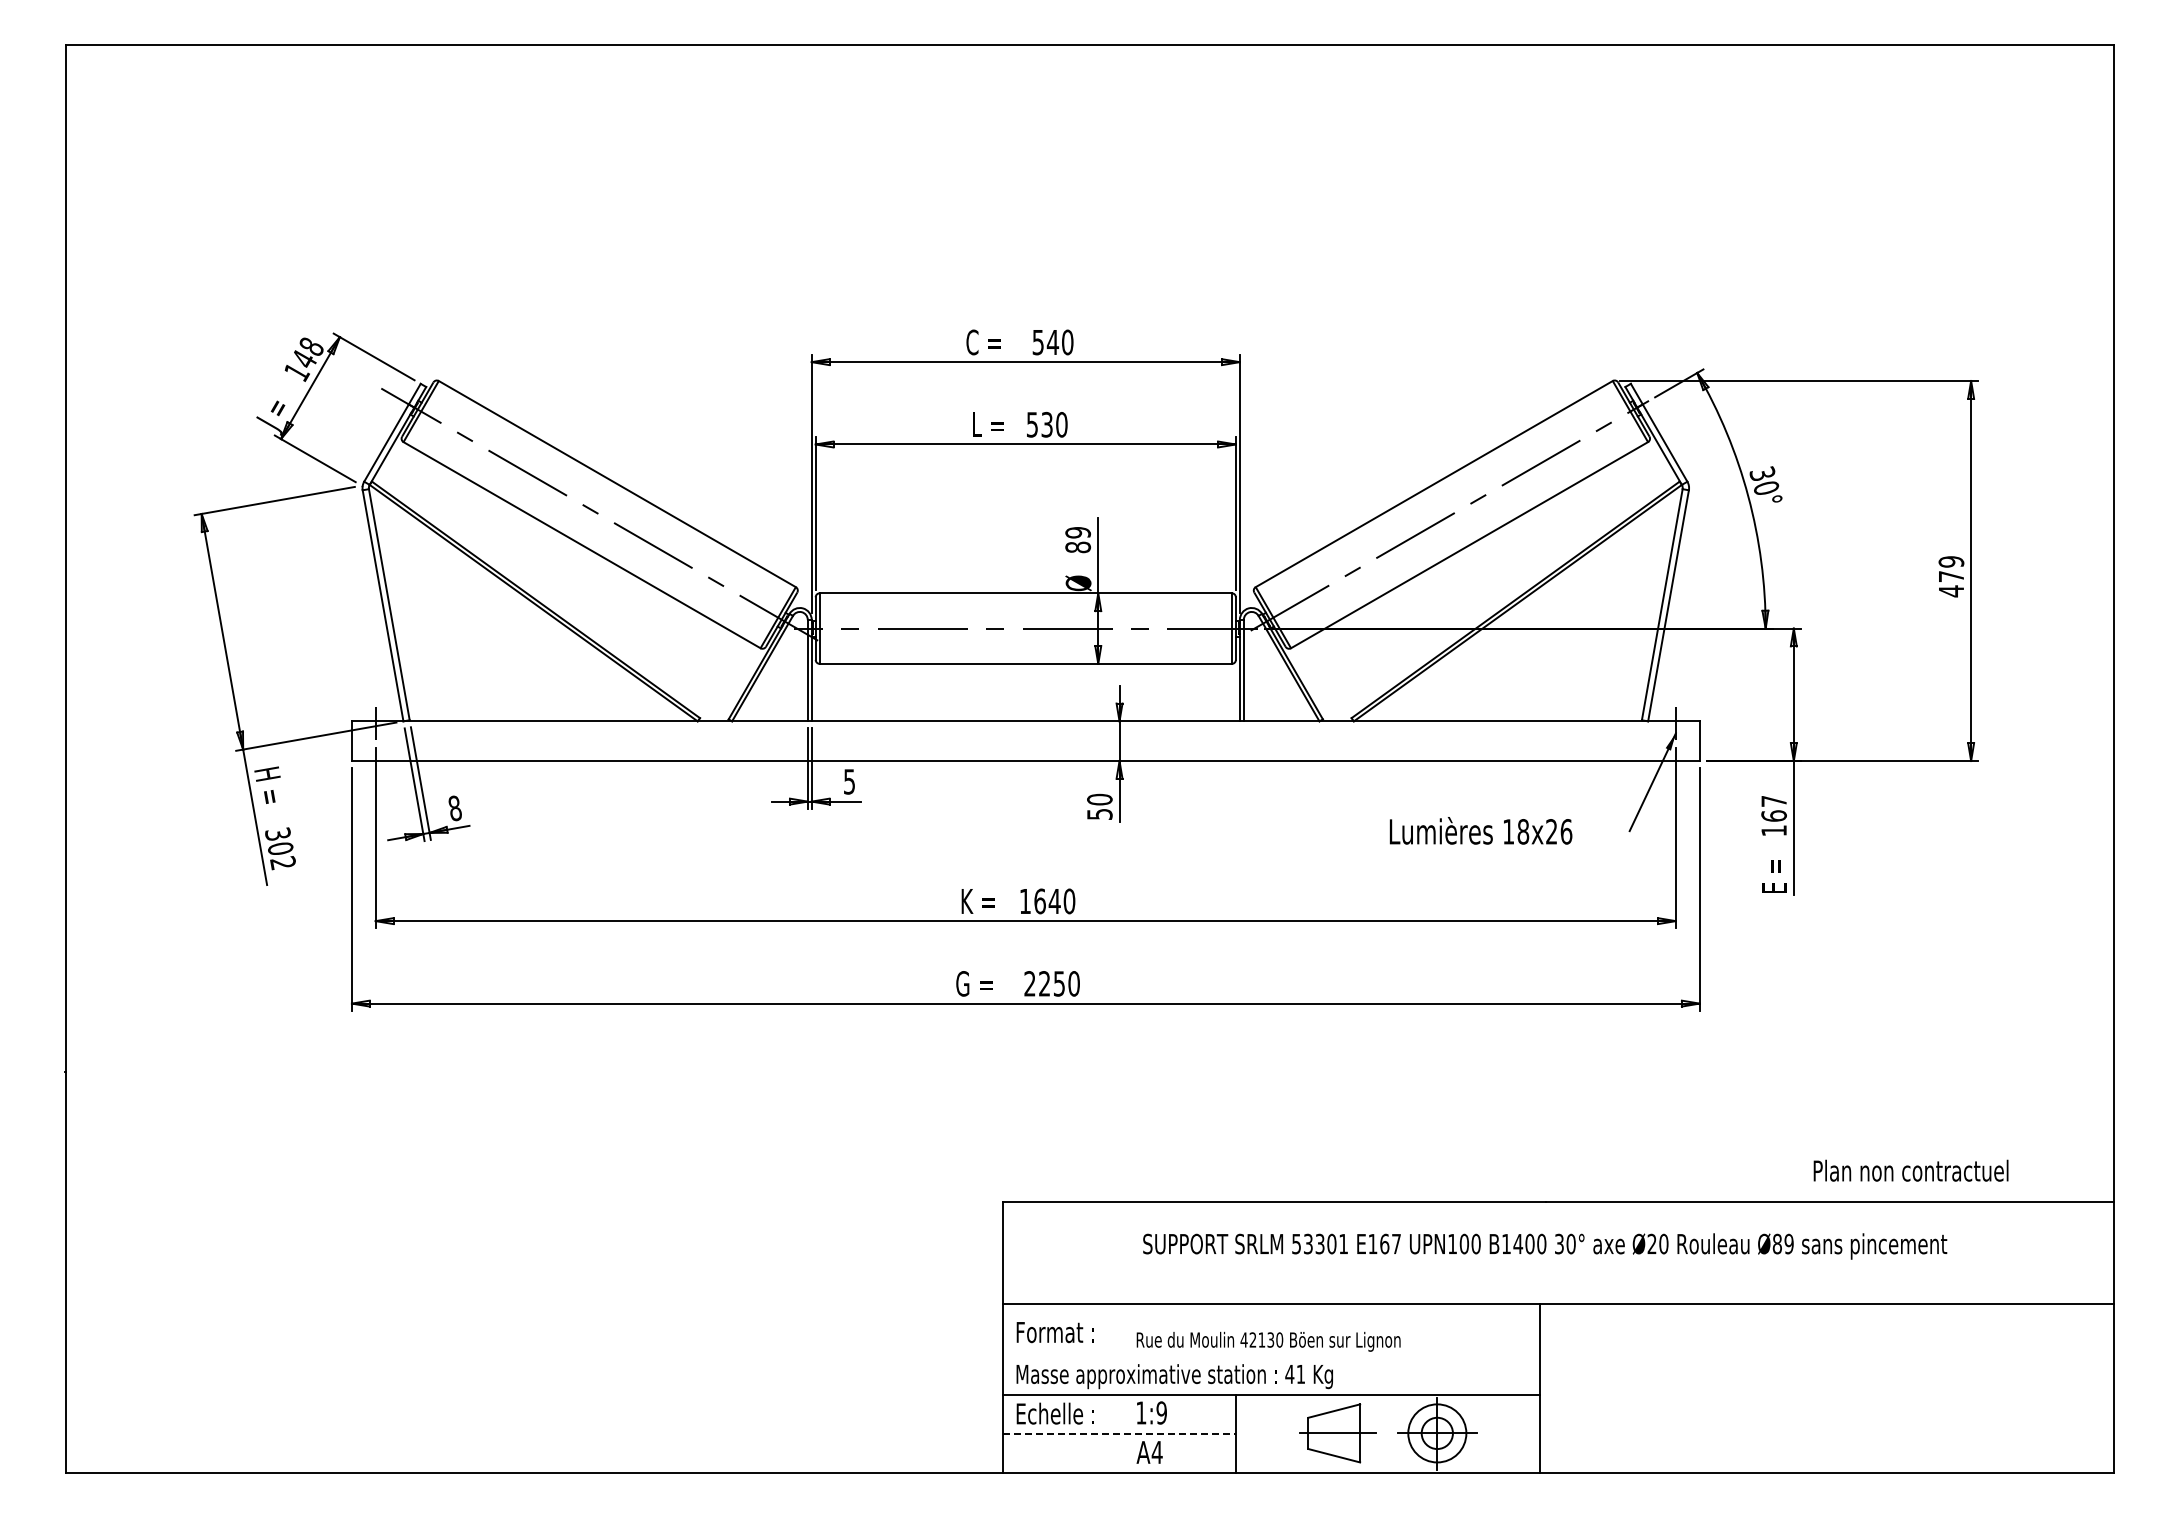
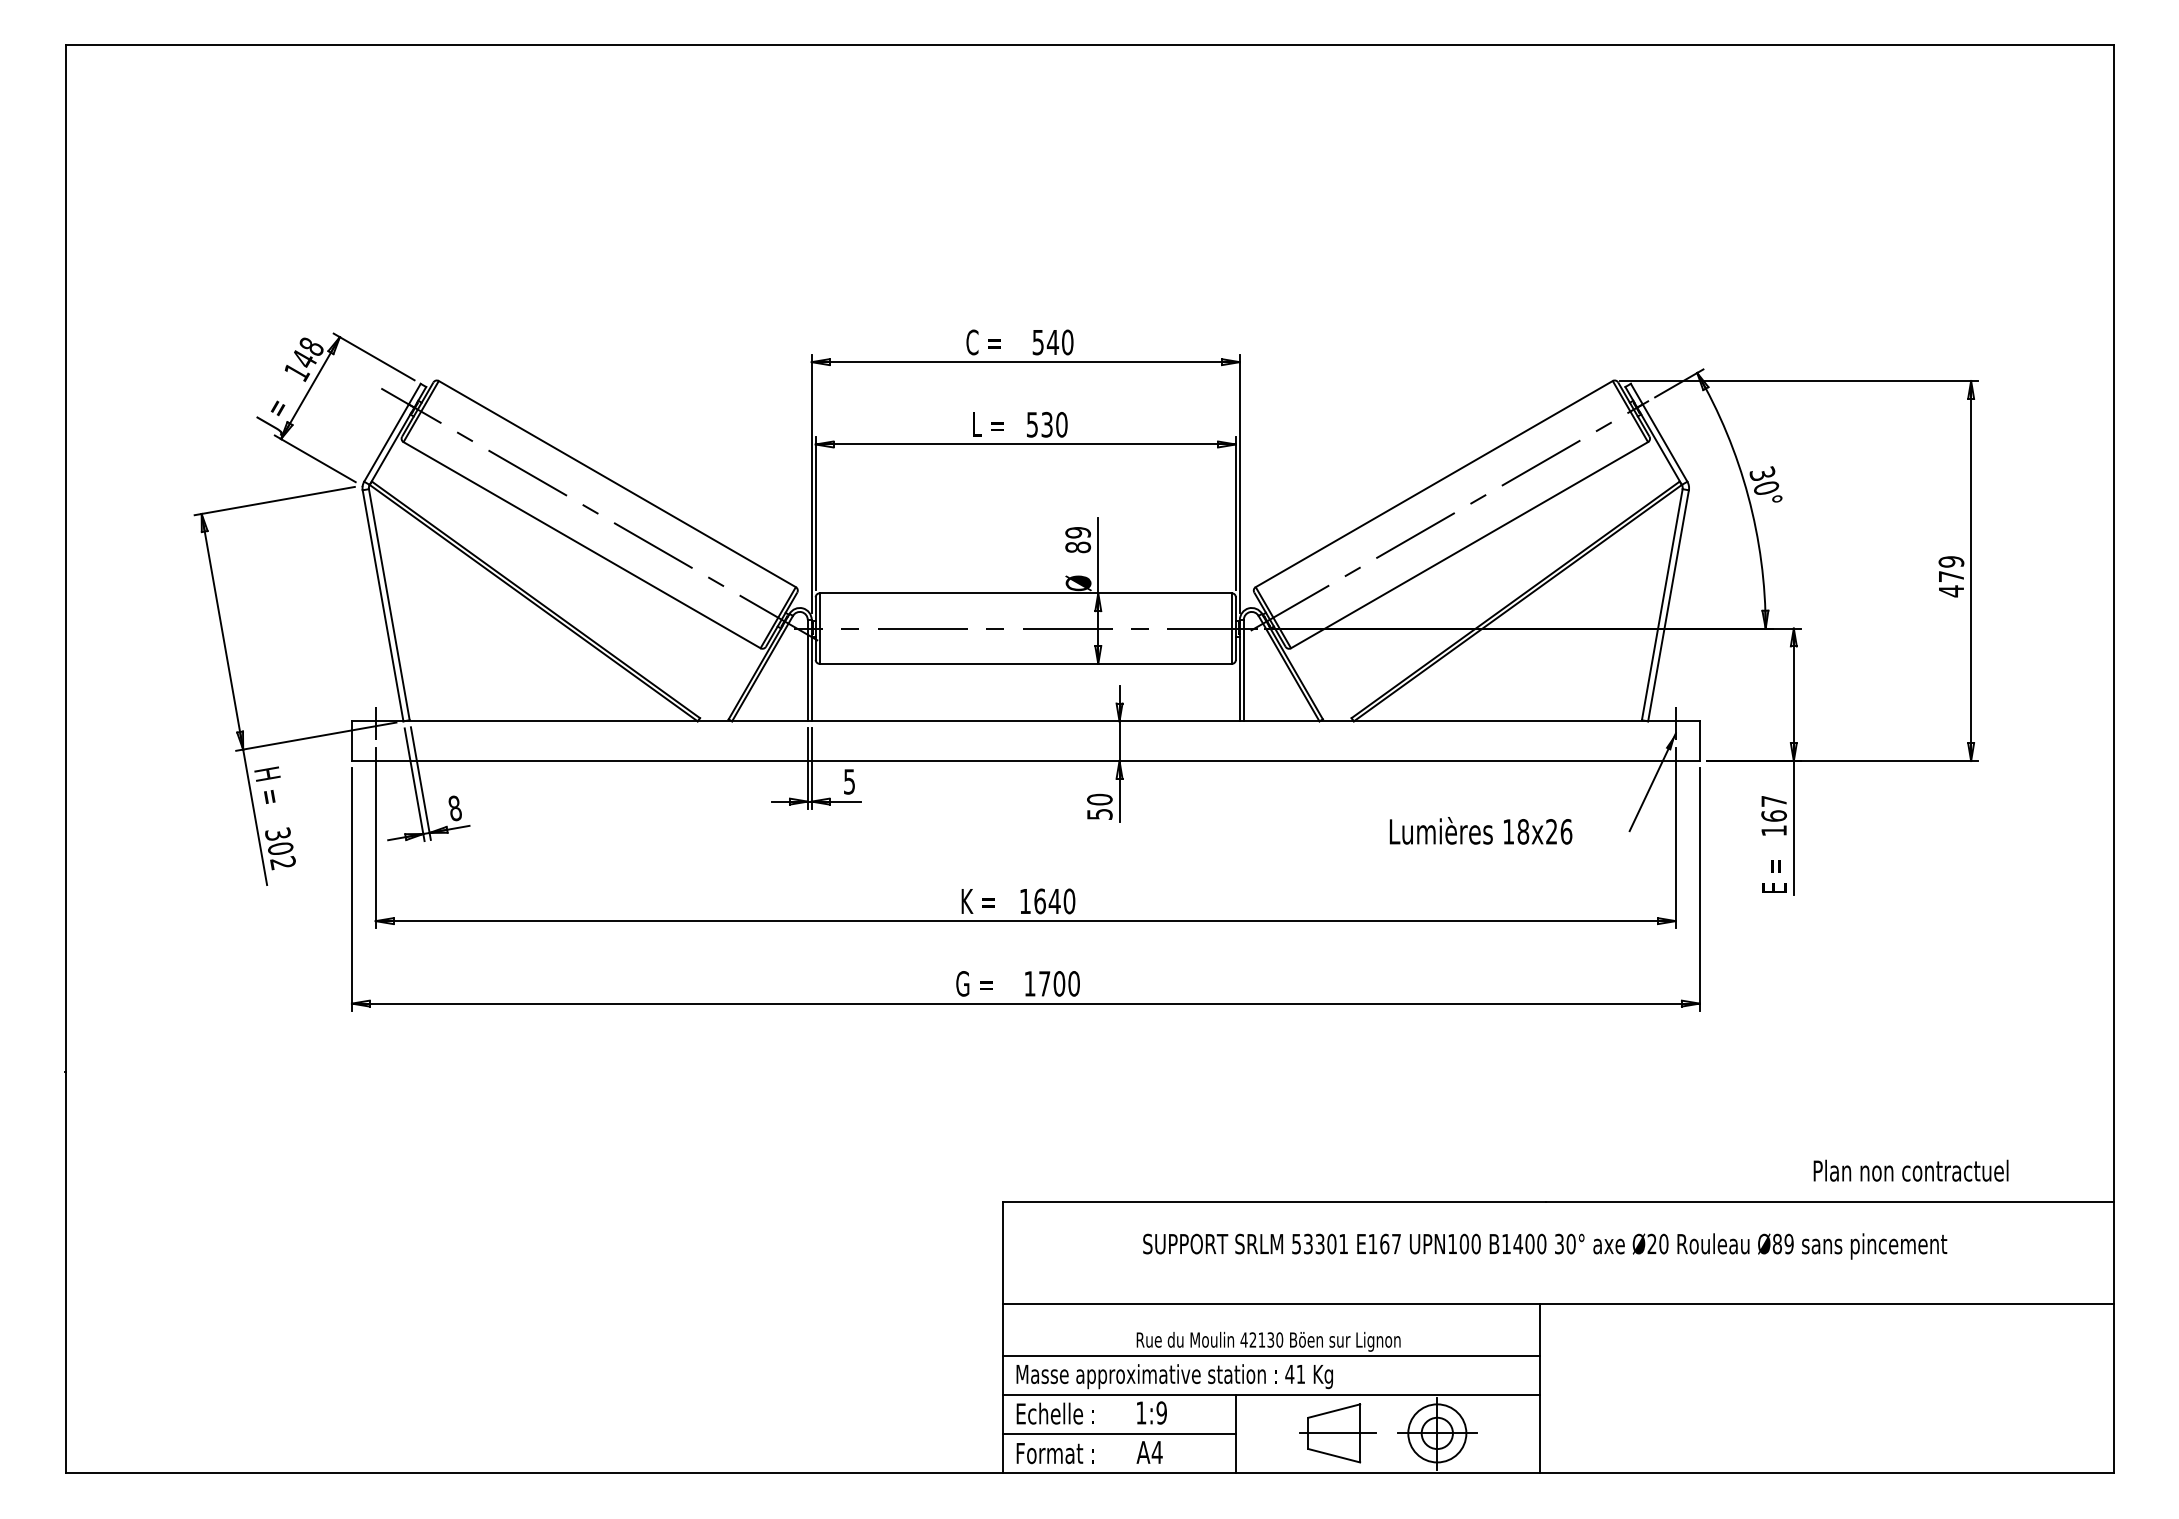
text at (1044, 983): 2250 -> 1700
text at (1054, 1332) position: (1054, 1332) -> (1054, 1453)
line at (1271, 1355): none -> present
line at (1120, 1434): dashed -> solid
